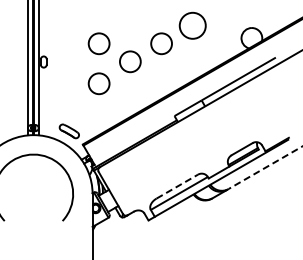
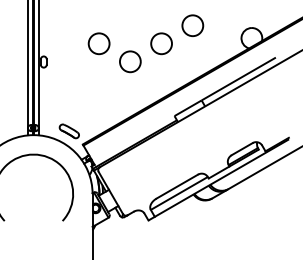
circle at (192, 25) size: 29x29 px -> 24x23 px
circle at (98, 83): present -> none
line at (265, 168): dashed -> solid
line at (177, 186): dashed -> solid
